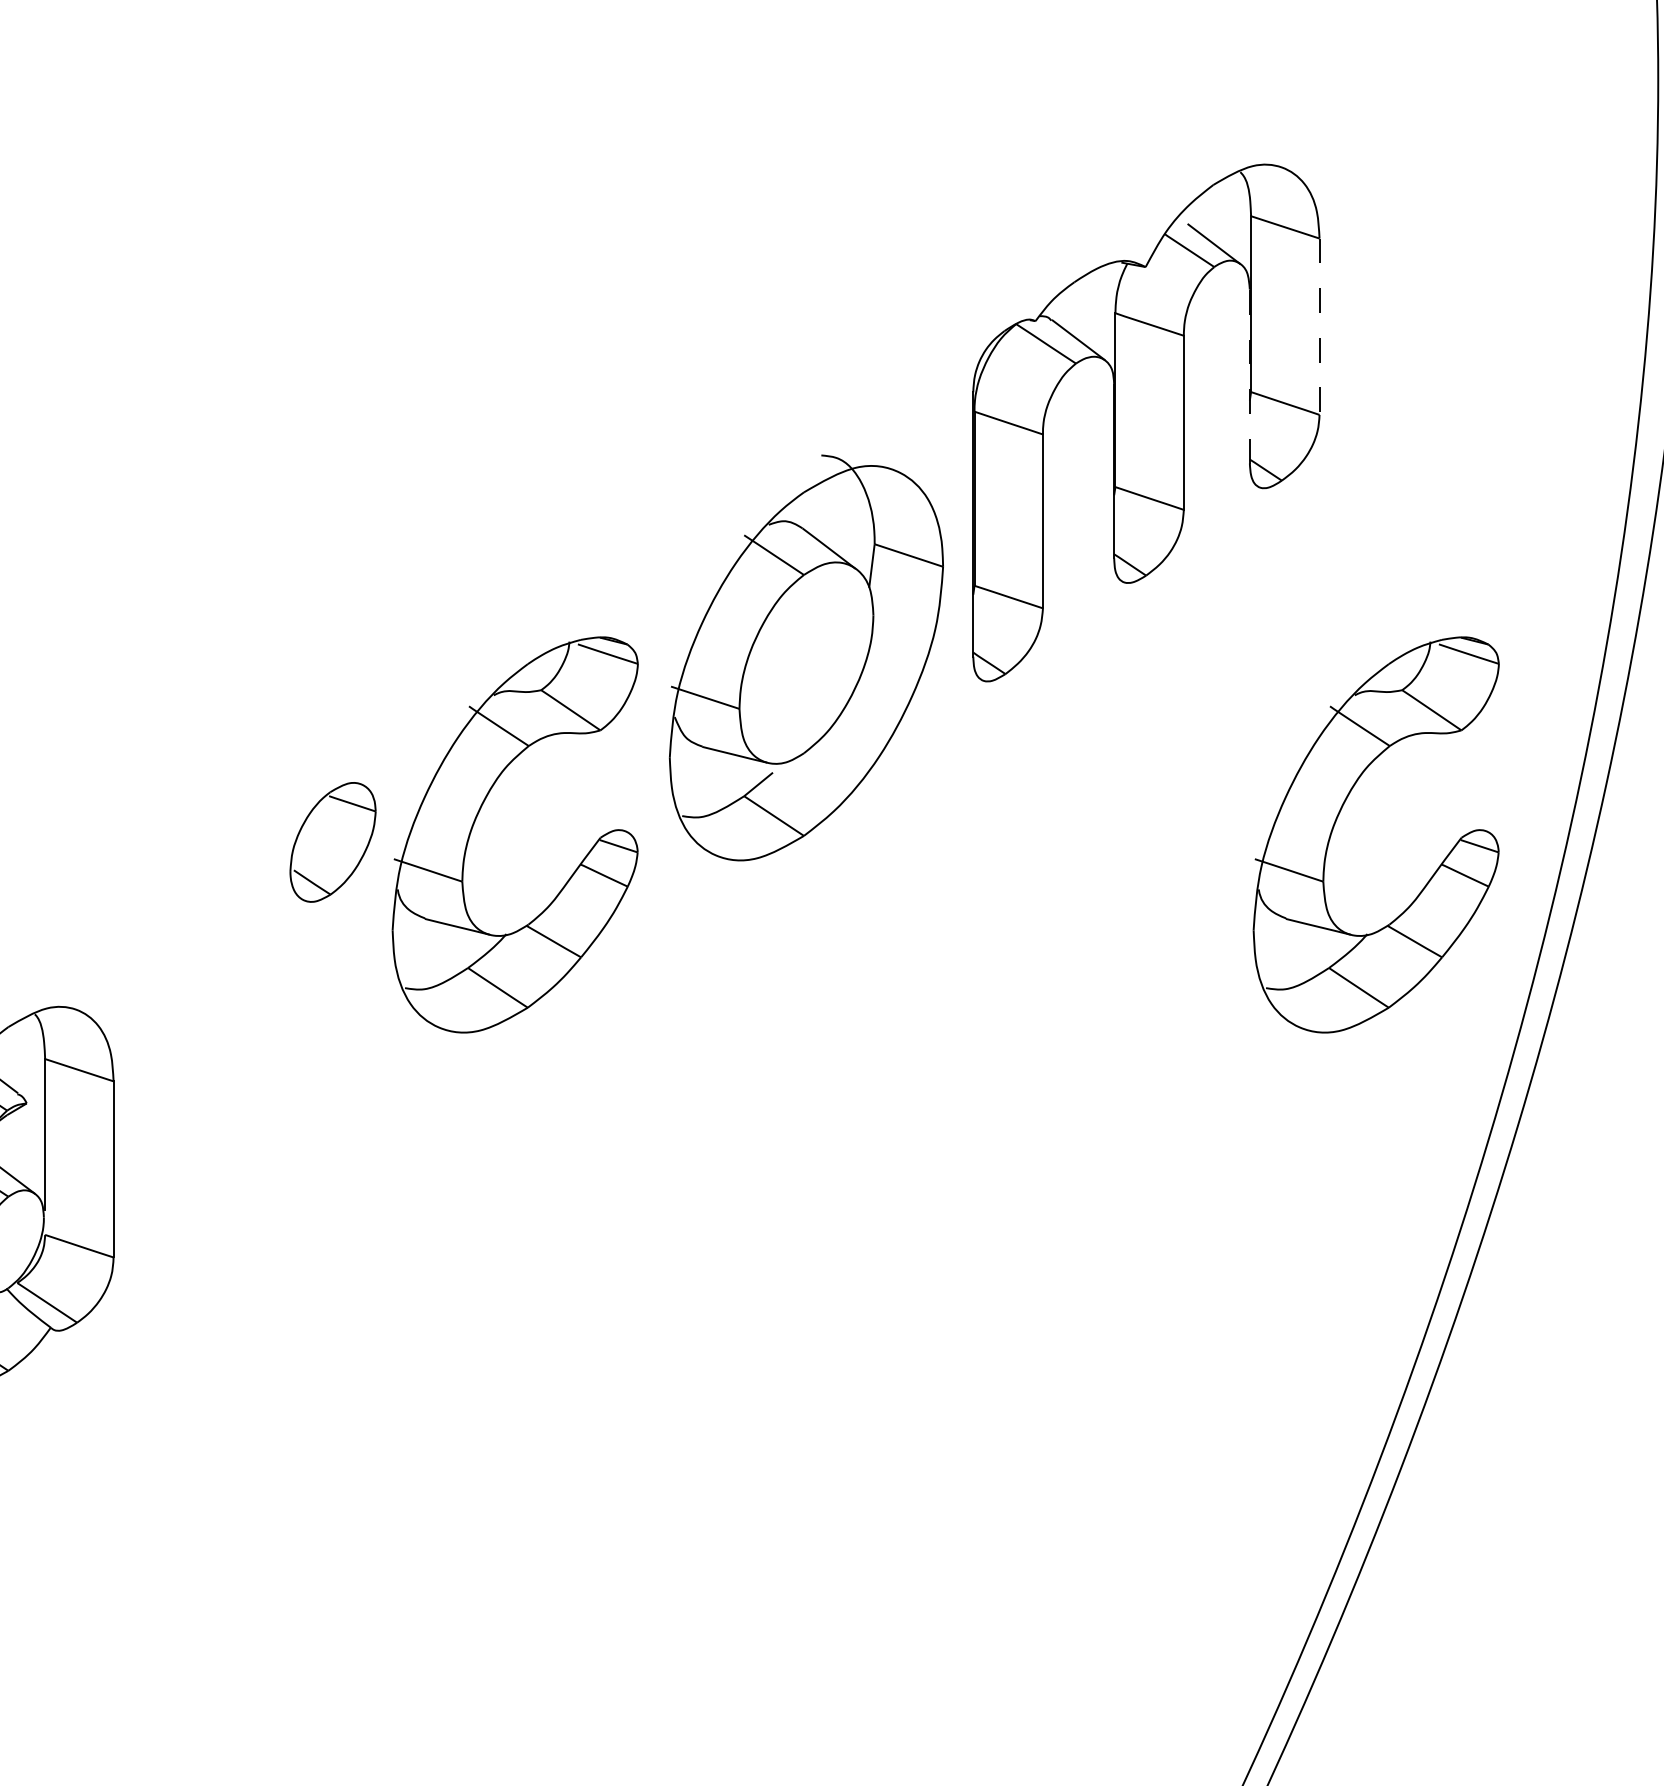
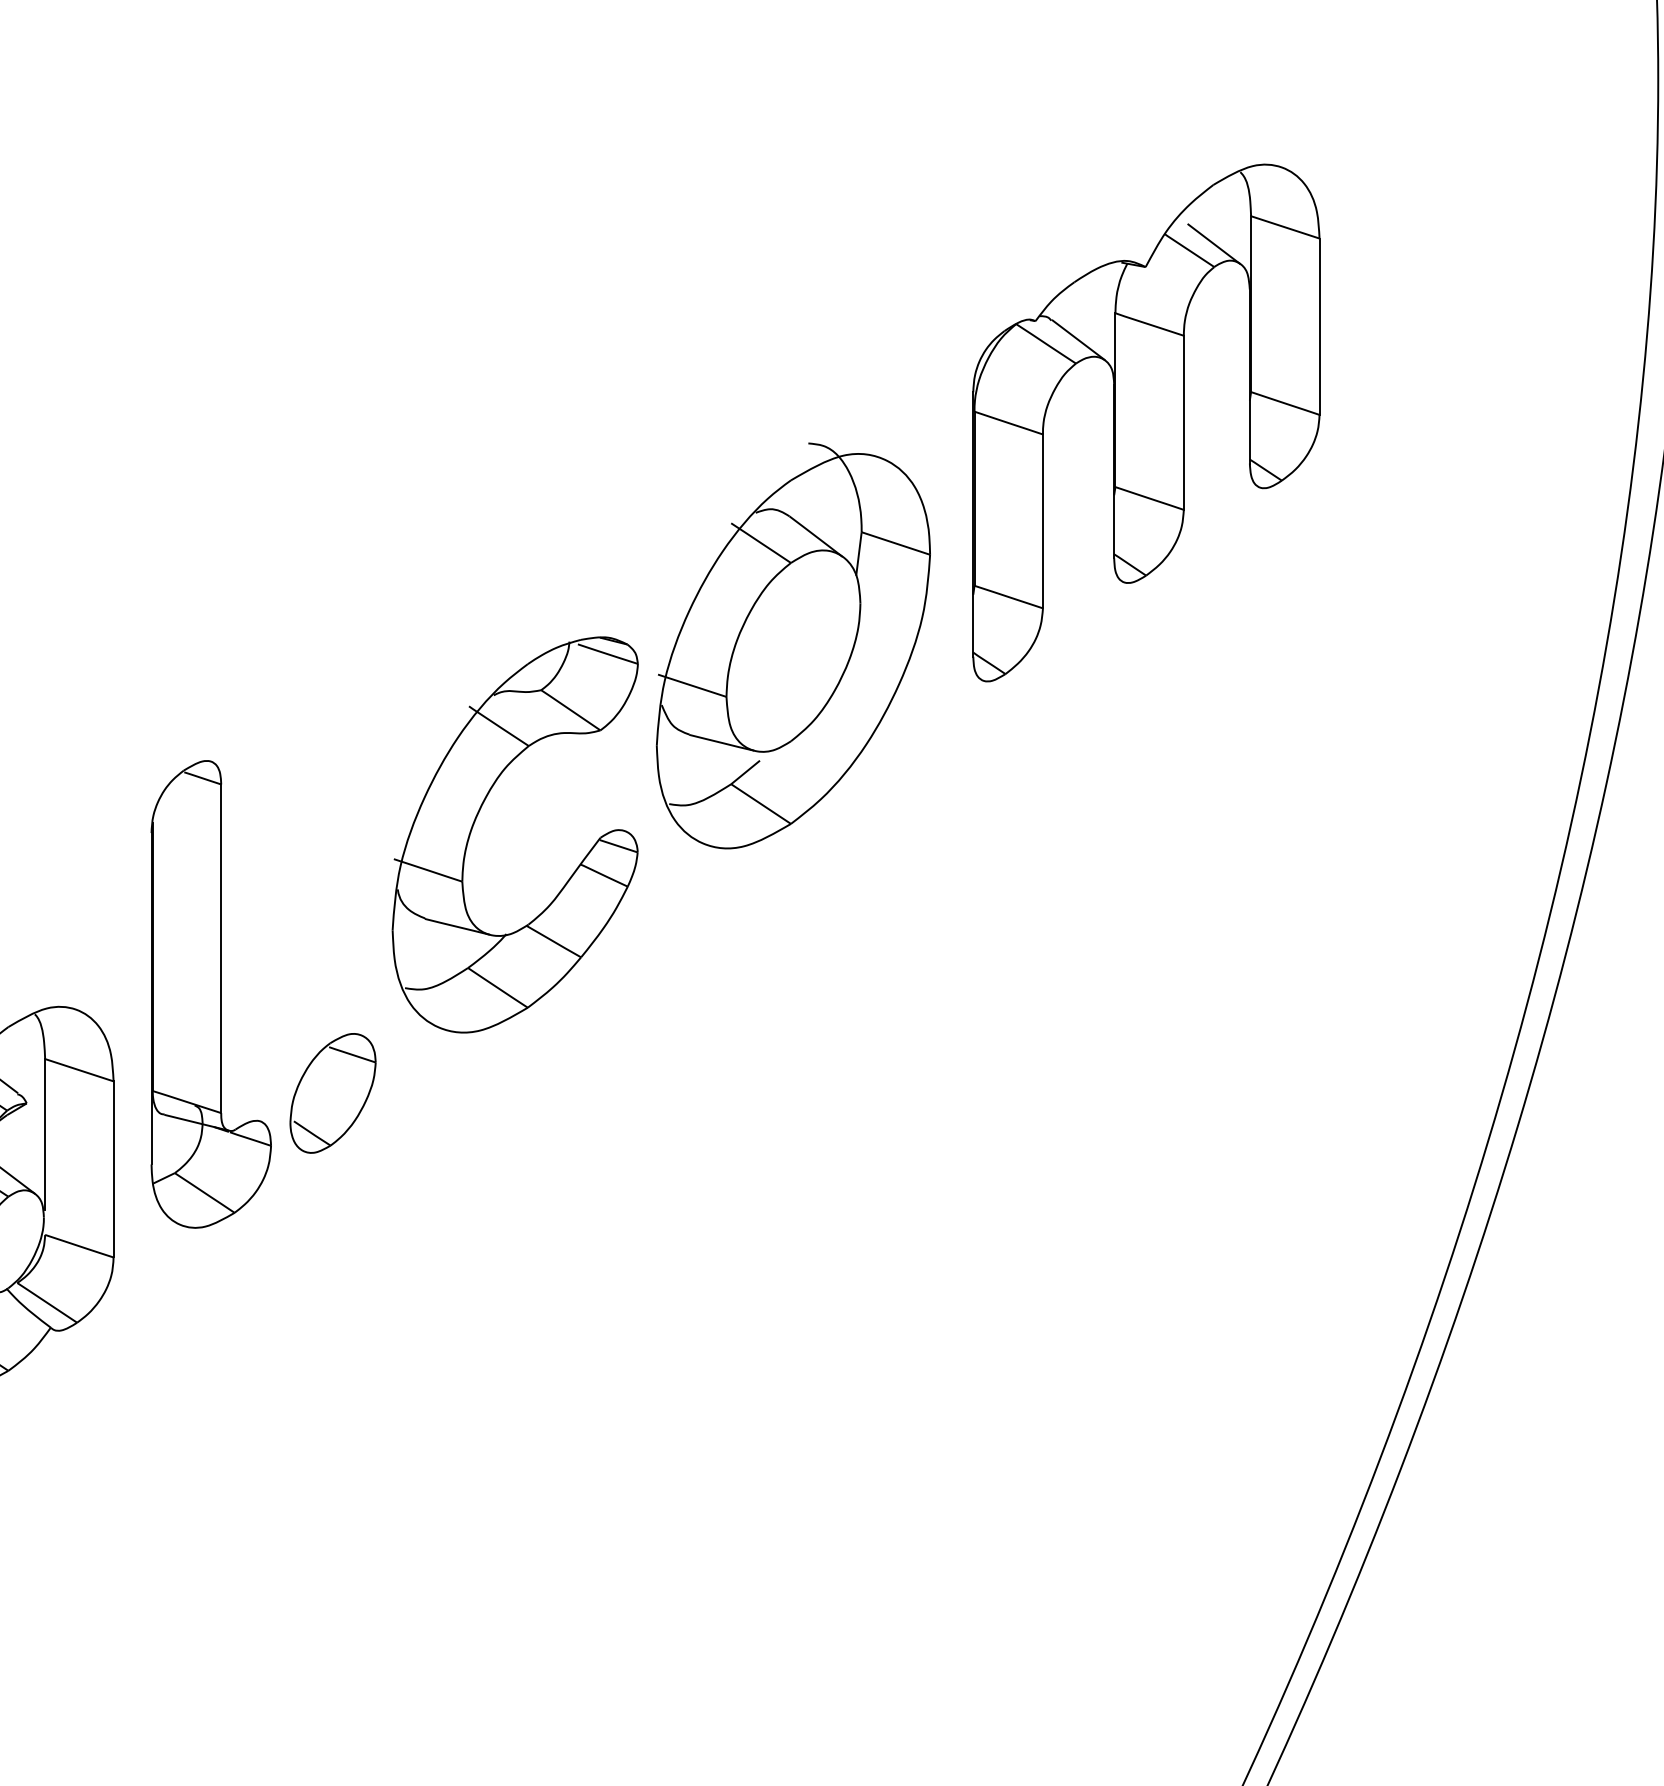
line at (1319, 327): dashed -> solid
line at (1249, 376): dashed -> solid
part at (805, 657) position: (805, 657) -> (792, 645)
part at (1338, 817): present -> none
part at (332, 842) position: (332, 842) -> (332, 1093)
part at (210, 994): none -> present
